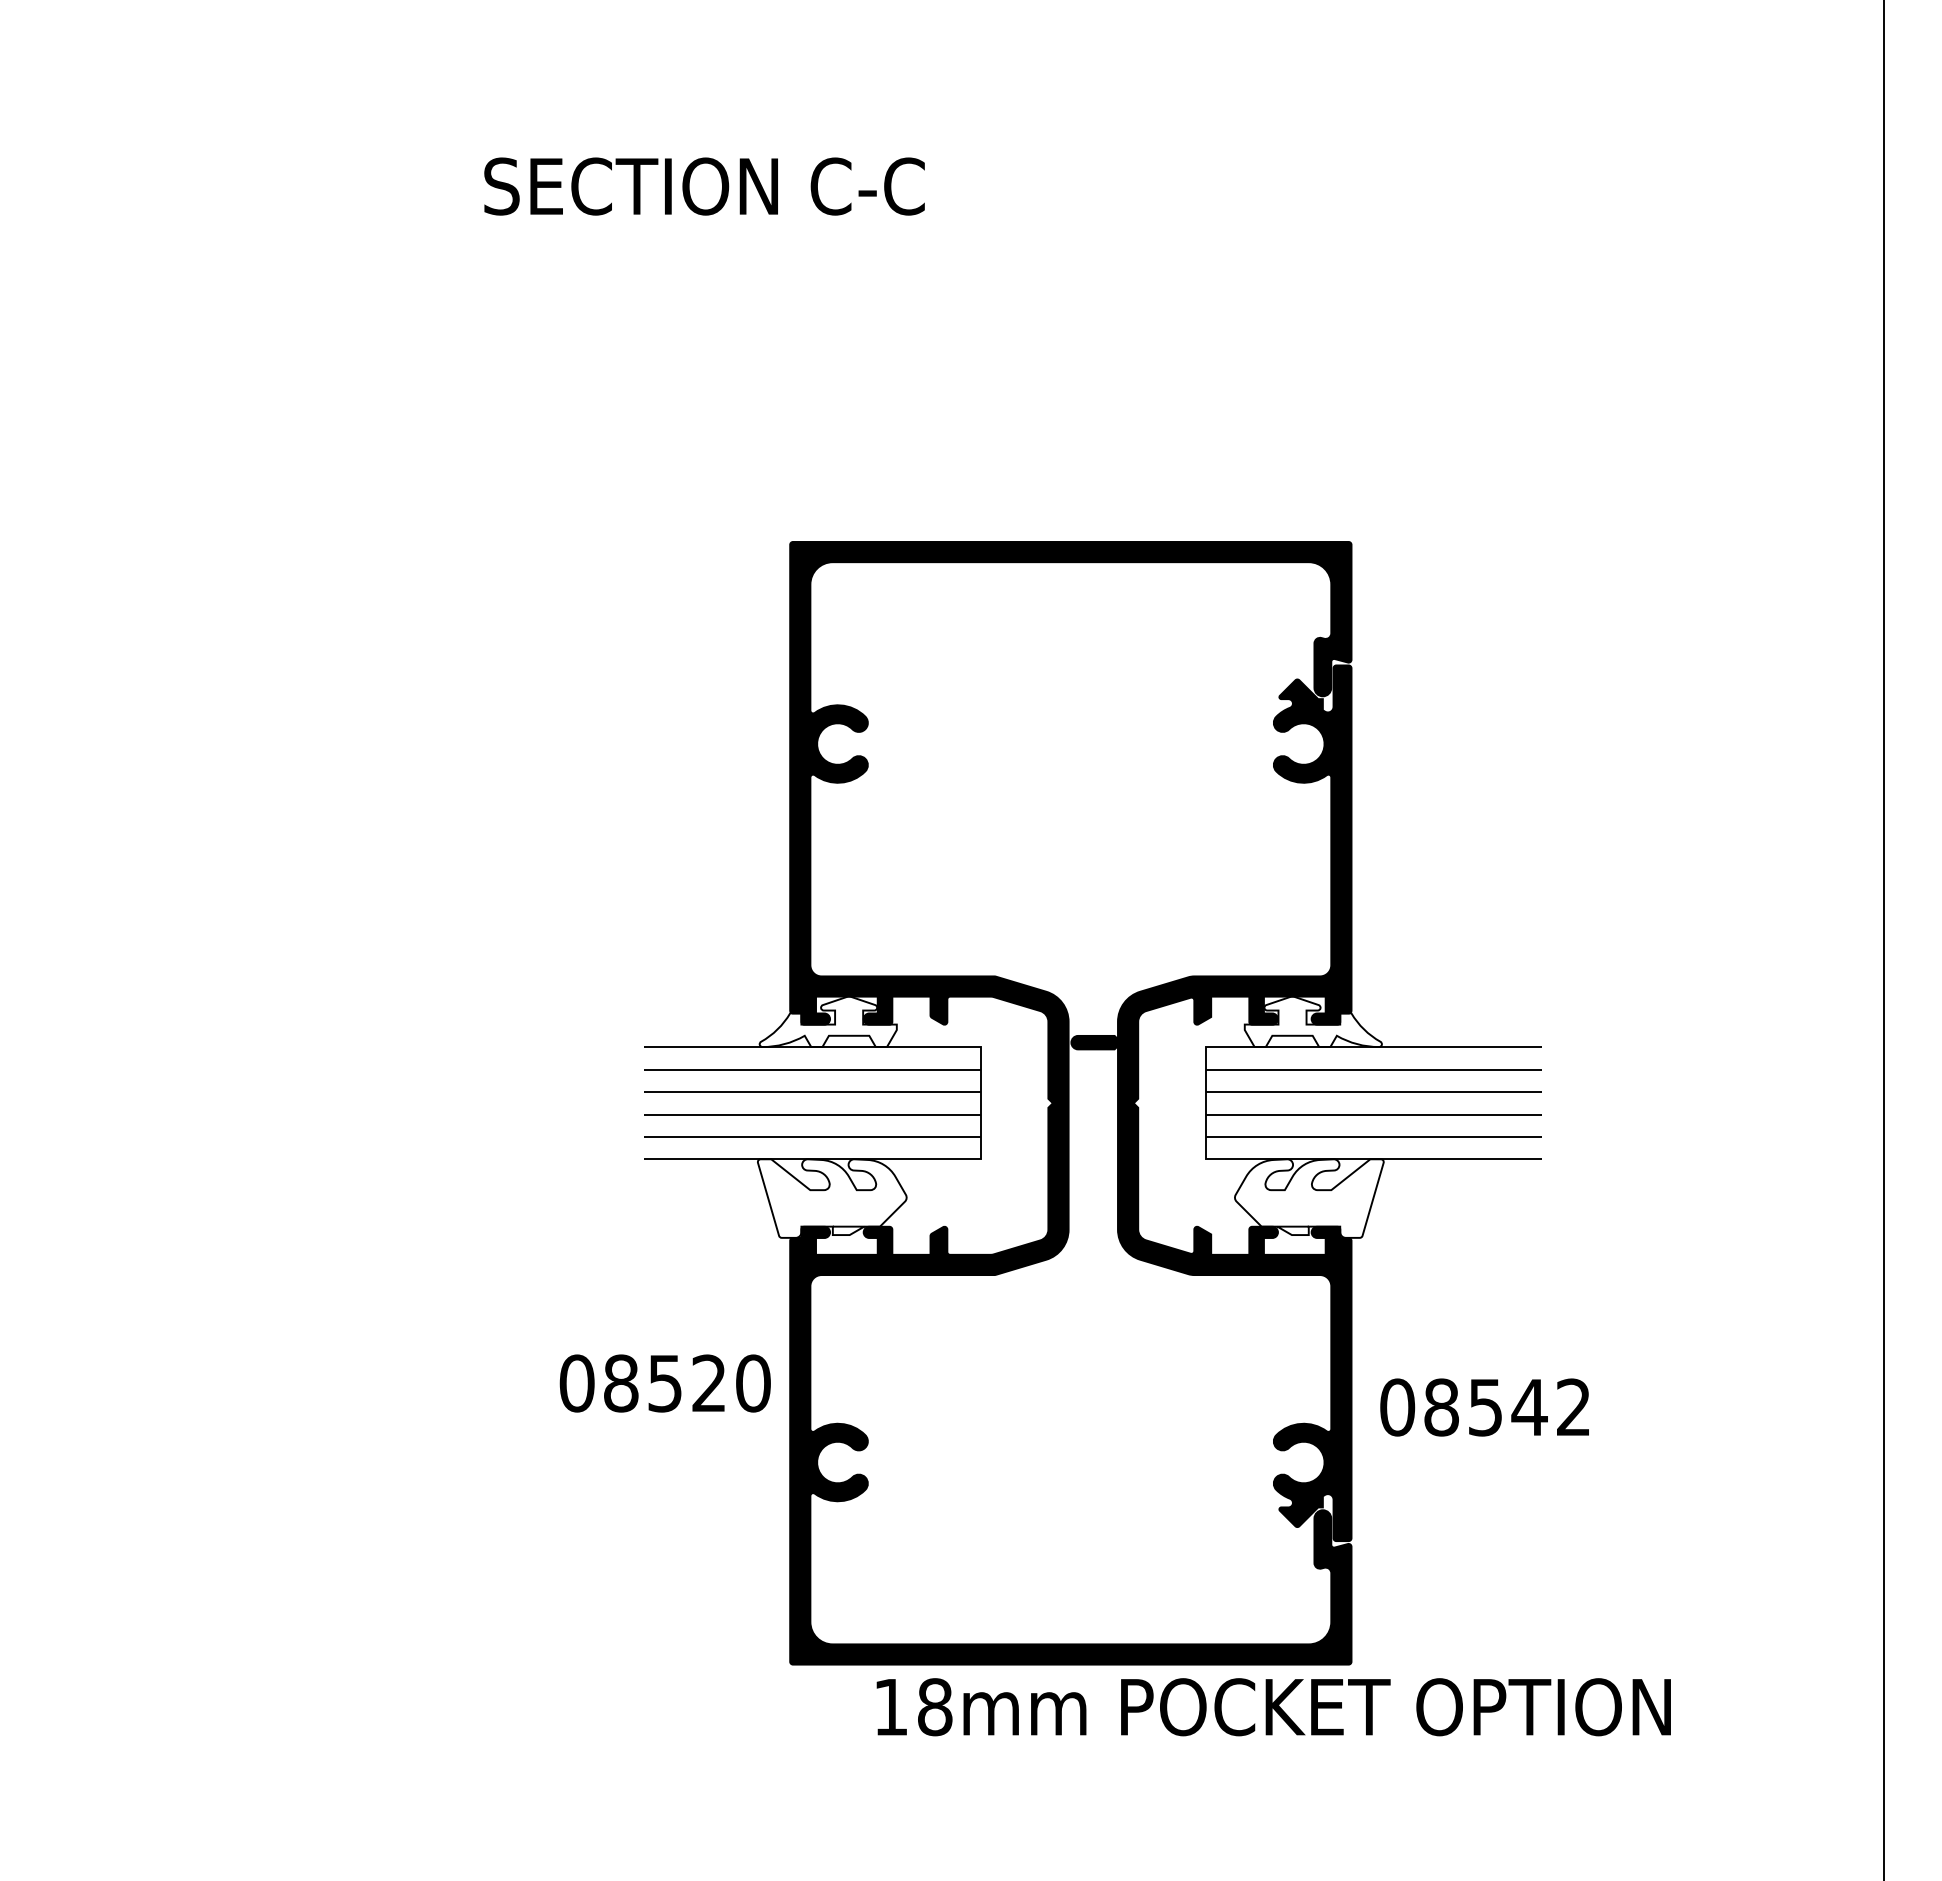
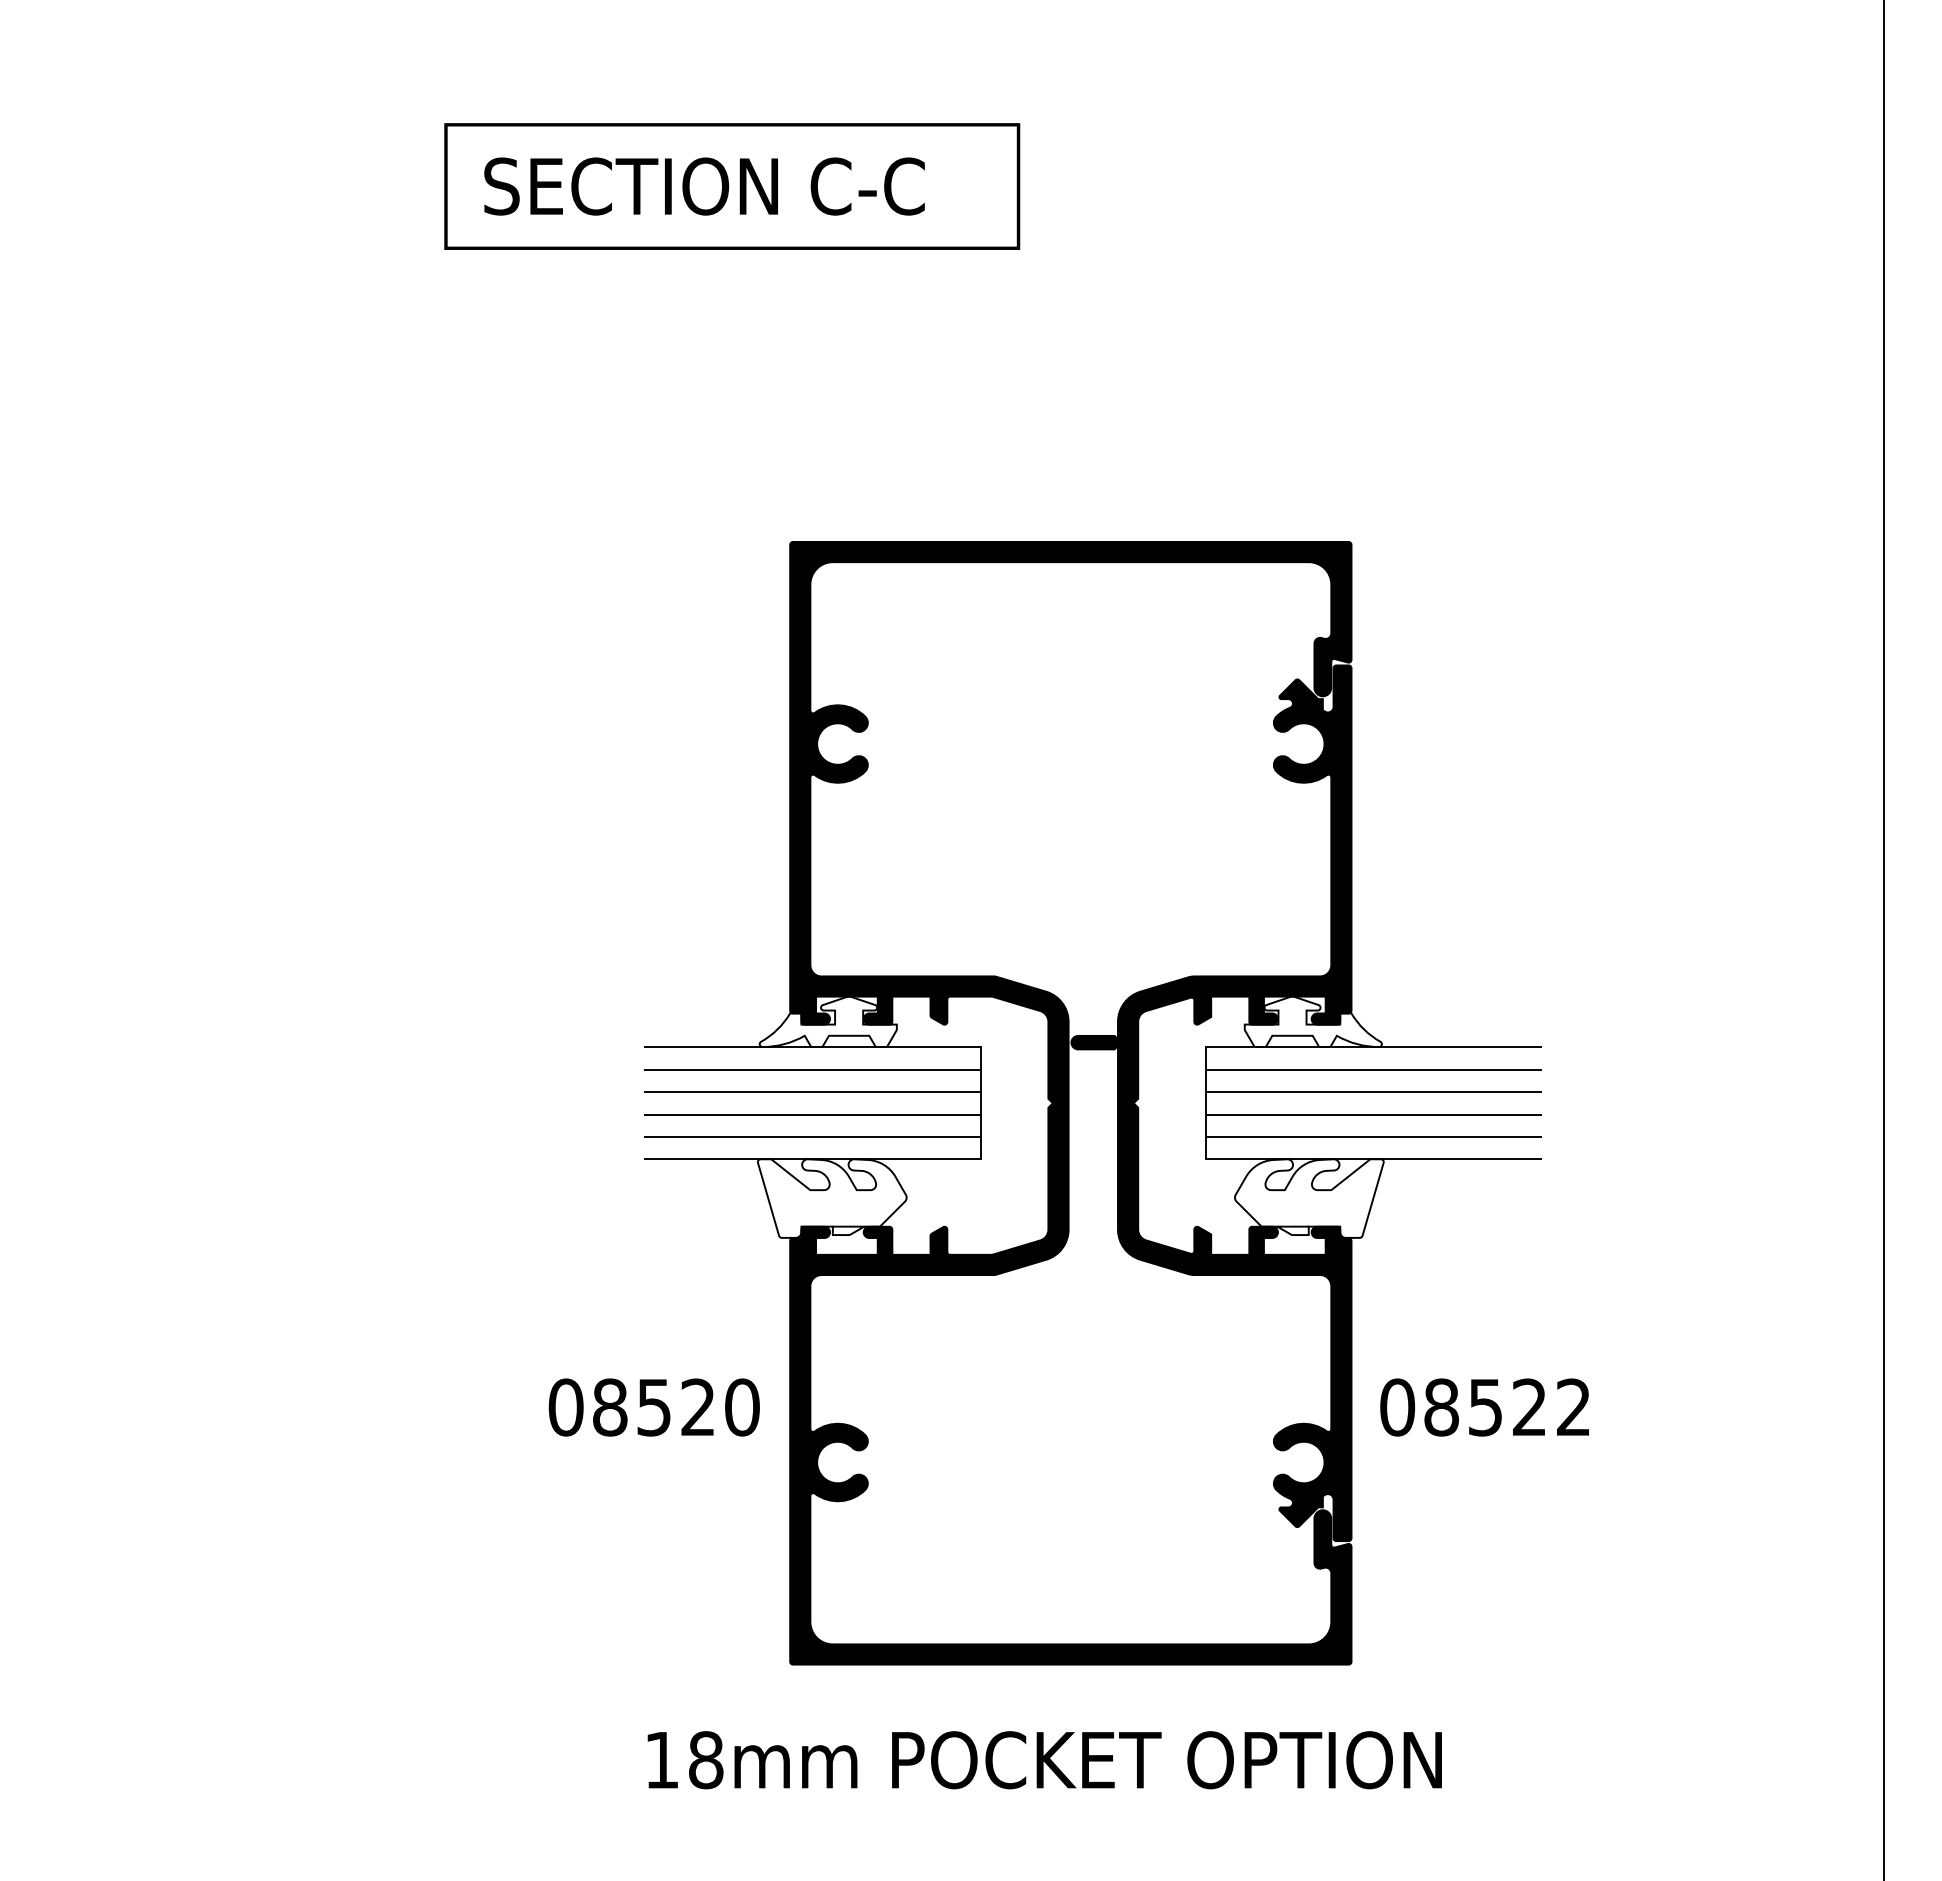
part at (732, 186): none -> present
text at (664, 1383) position: (664, 1383) -> (653, 1407)
text at (1529, 1406): 08542 -> 08522
text at (1273, 1707) position: (1273, 1707) -> (1044, 1760)
